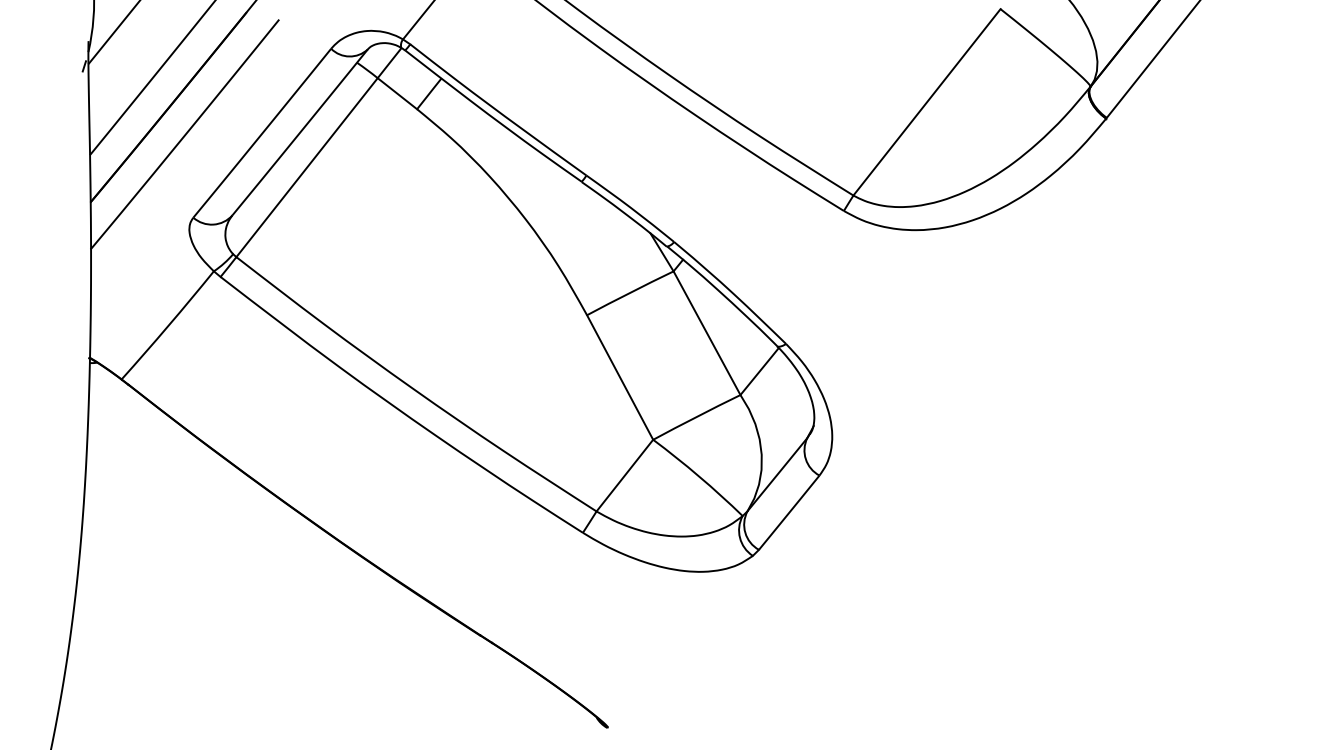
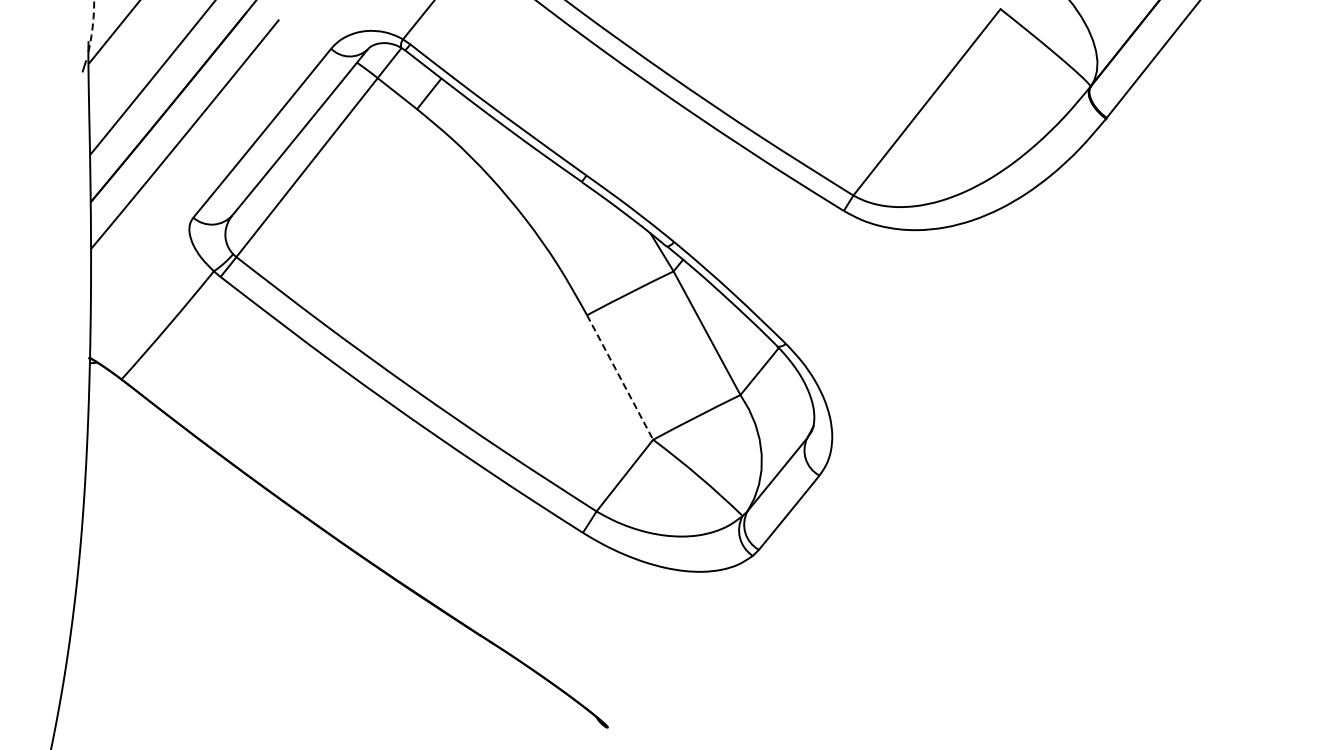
arc at (92, 26): solid -> dashed
line at (620, 377): solid -> dashed
